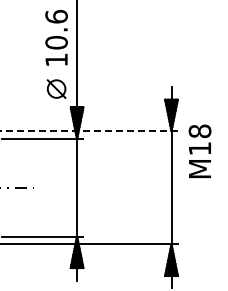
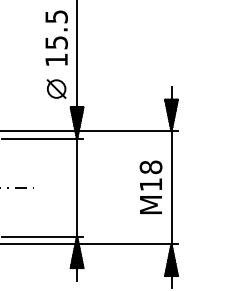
text at (56, 29): 10.6 -> 15.5
line at (88, 131): dashed -> solid
text at (199, 150) position: (199, 150) -> (150, 186)
